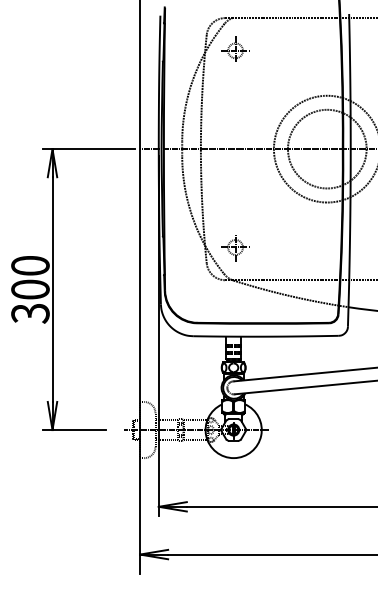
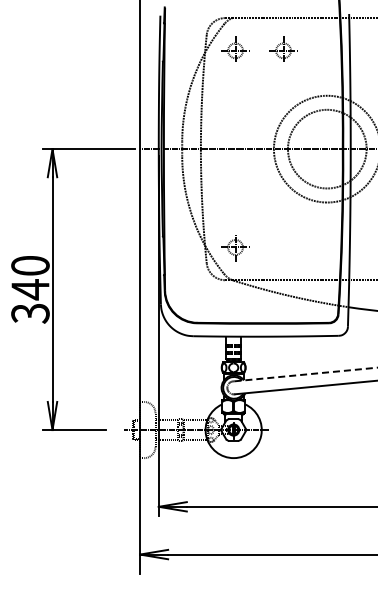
part at (283, 48): none -> present
text at (30, 289): 300 -> 340
line at (305, 374): solid -> dashed
